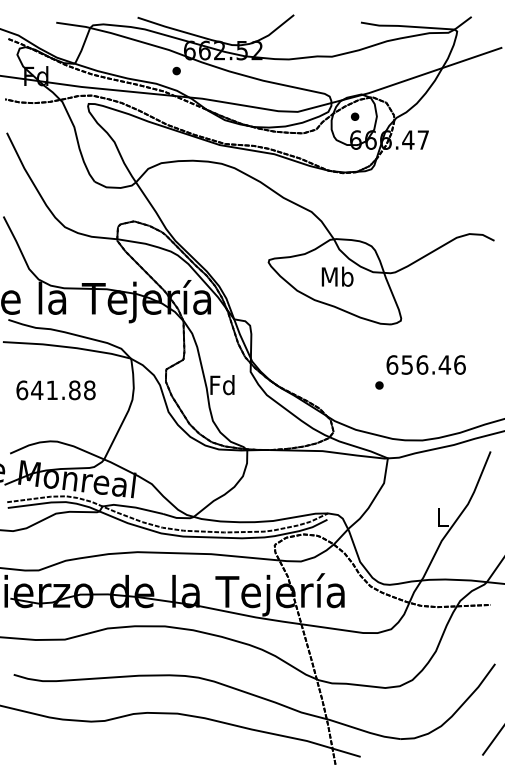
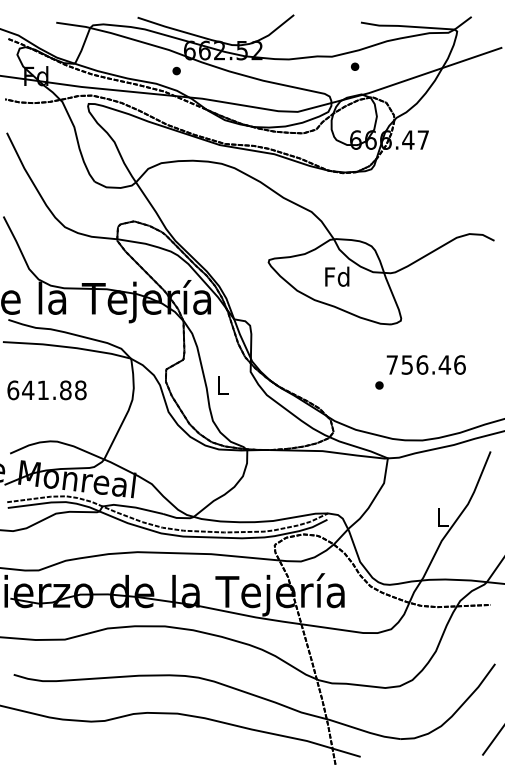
part at (355, 116) position: (355, 116) -> (355, 66)
text at (337, 276): Mb -> Fd
text at (392, 364): 656.46 -> 756.46
text at (222, 385): Fd -> L
text at (55, 390) position: (55, 390) -> (46, 390)
